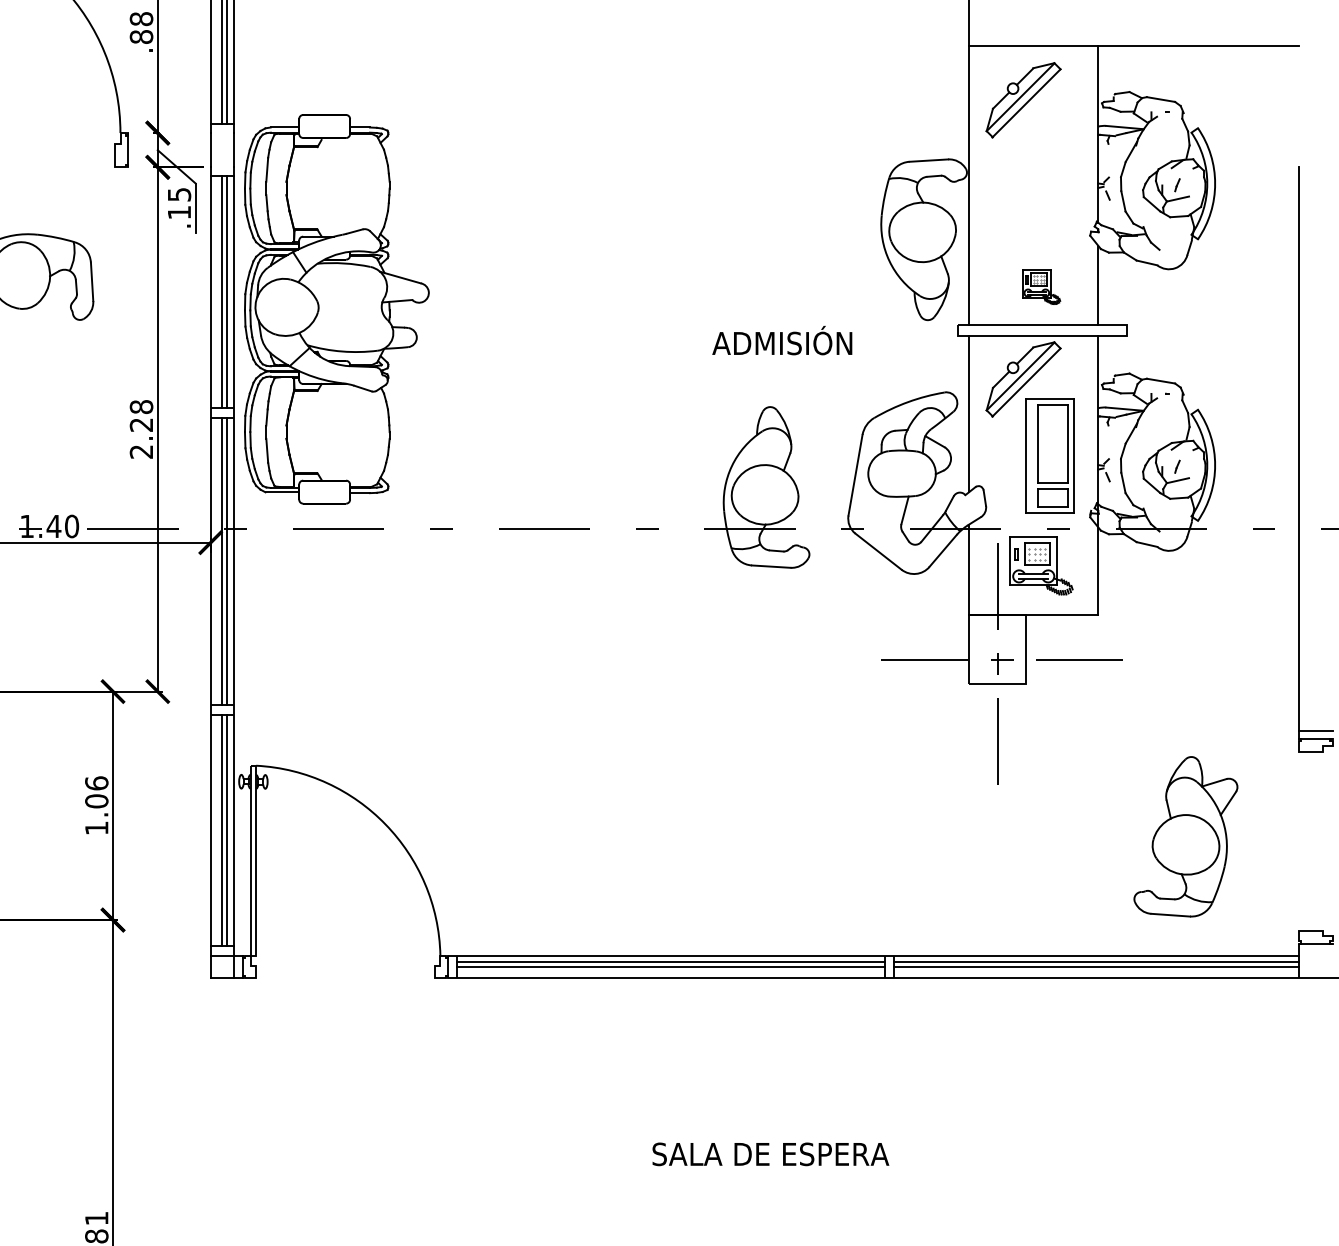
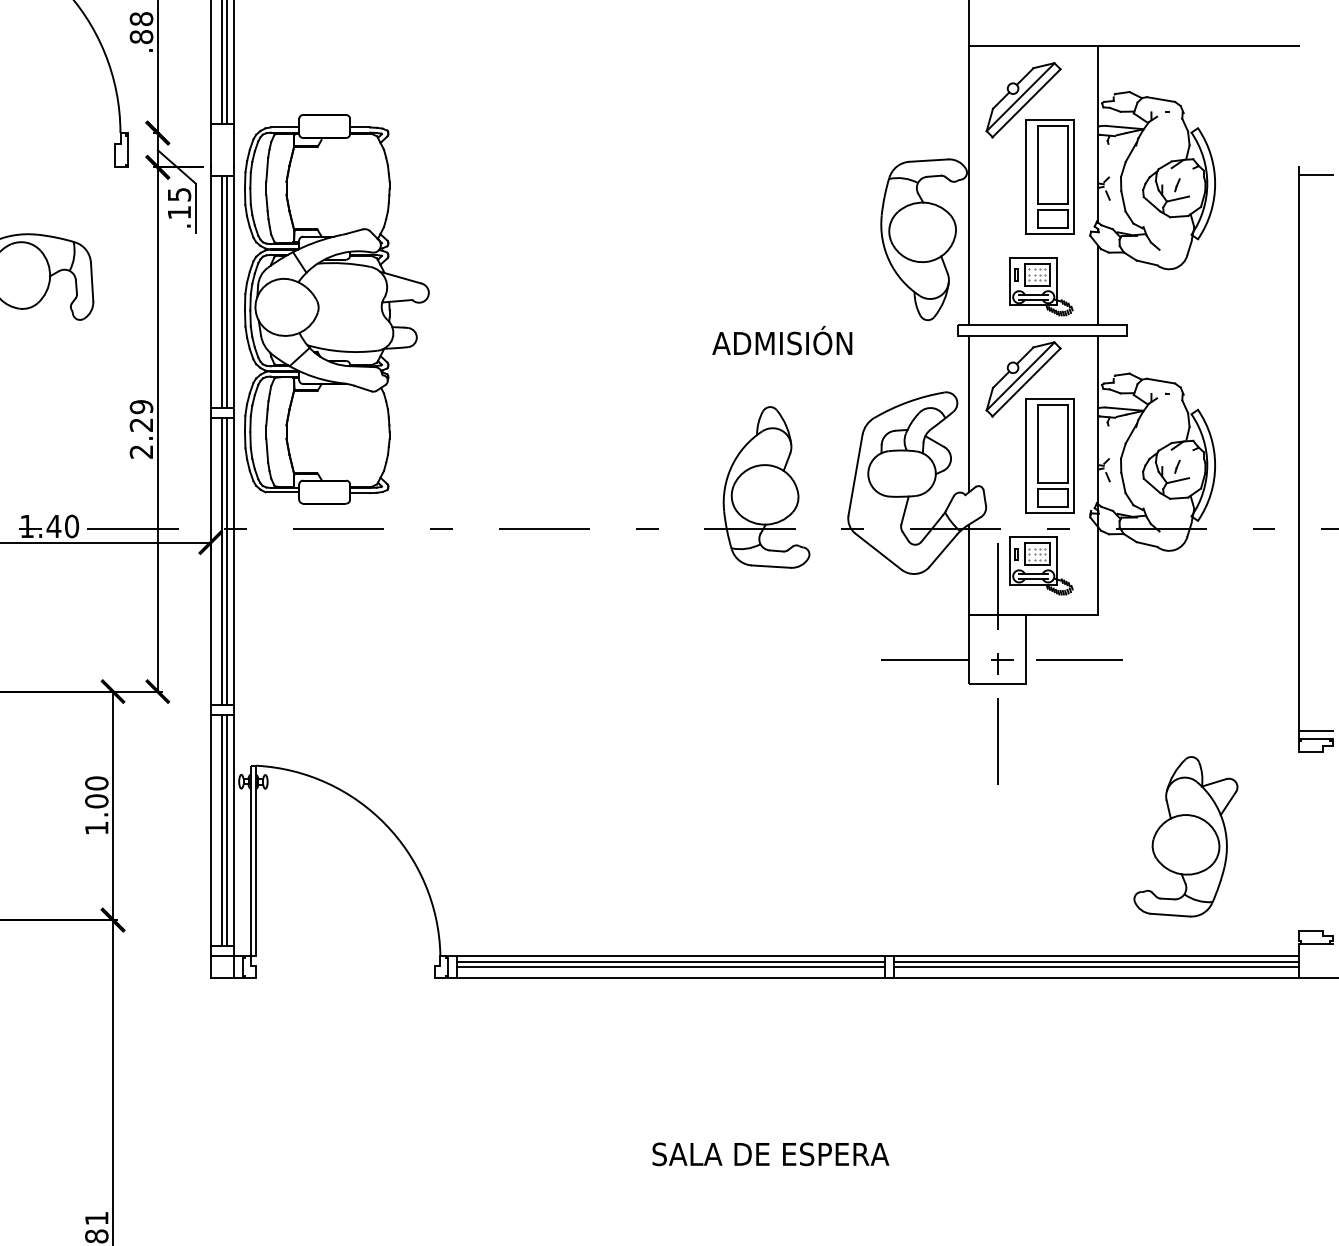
line at (1315, 175): none -> present
part at (1049, 176): none -> present
part at (1041, 286) size: 40x36 px -> 65x60 px
text at (141, 407): 2.28 -> 2.29
text at (96, 783): 1.06 -> 1.00
